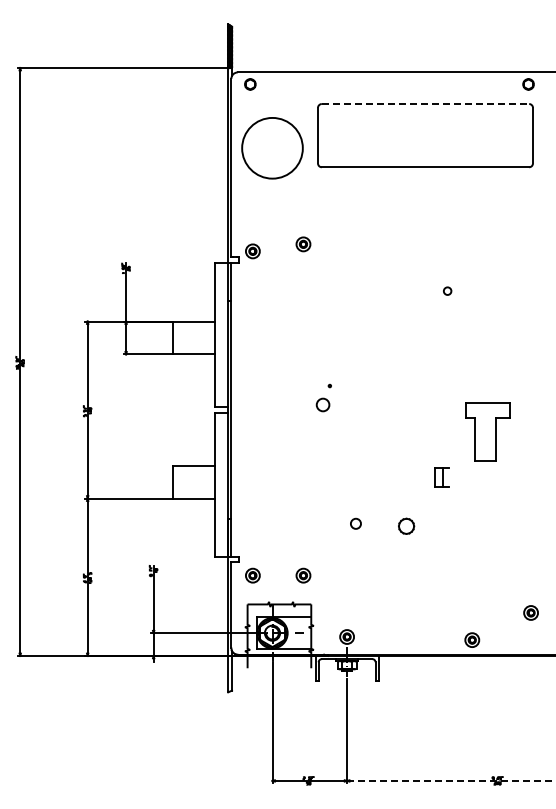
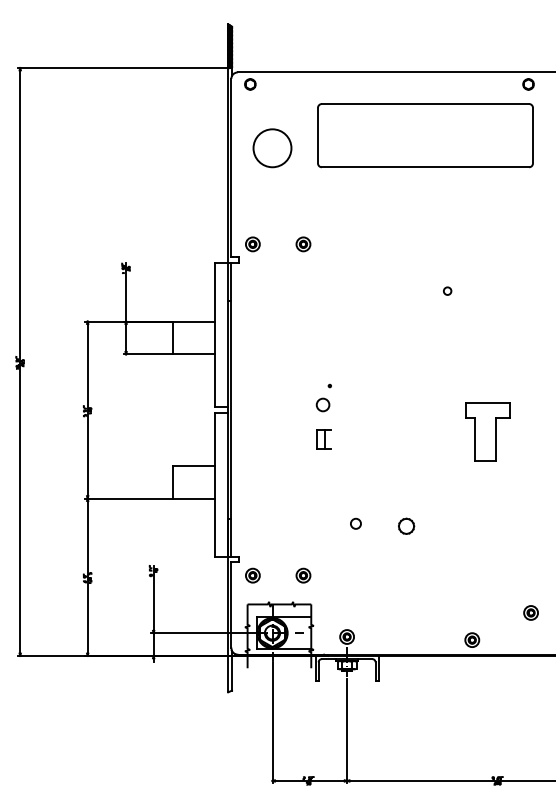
line at (425, 104): dashed -> solid
circle at (272, 147) diameter: 61 px -> 38 px
part at (252, 251) position: (252, 251) -> (252, 244)
part at (441, 477) position: (441, 477) -> (323, 439)
line at (451, 780): dashed -> solid
